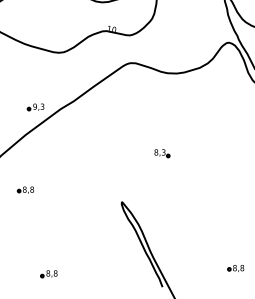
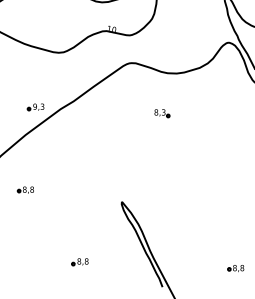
part at (162, 153) position: (162, 153) -> (162, 113)
part at (48, 274) position: (48, 274) -> (79, 262)
